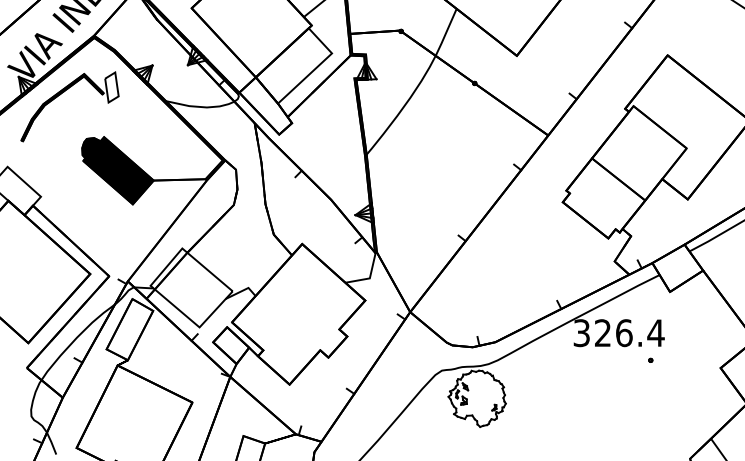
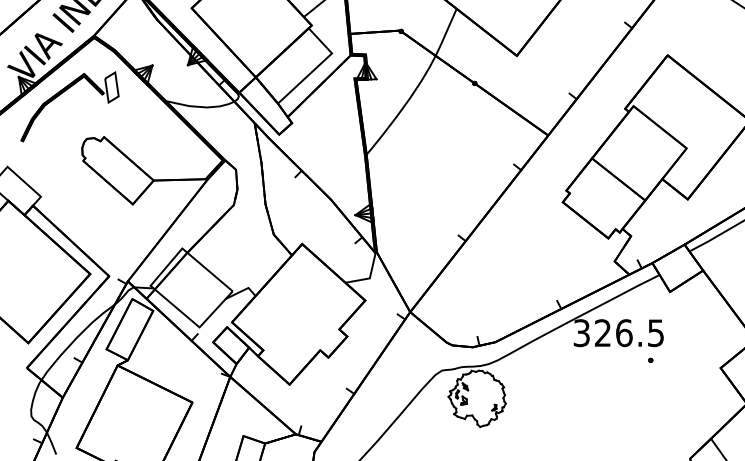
fill at (117, 170): present -> none
text at (655, 333): 326.4 -> 326.5
